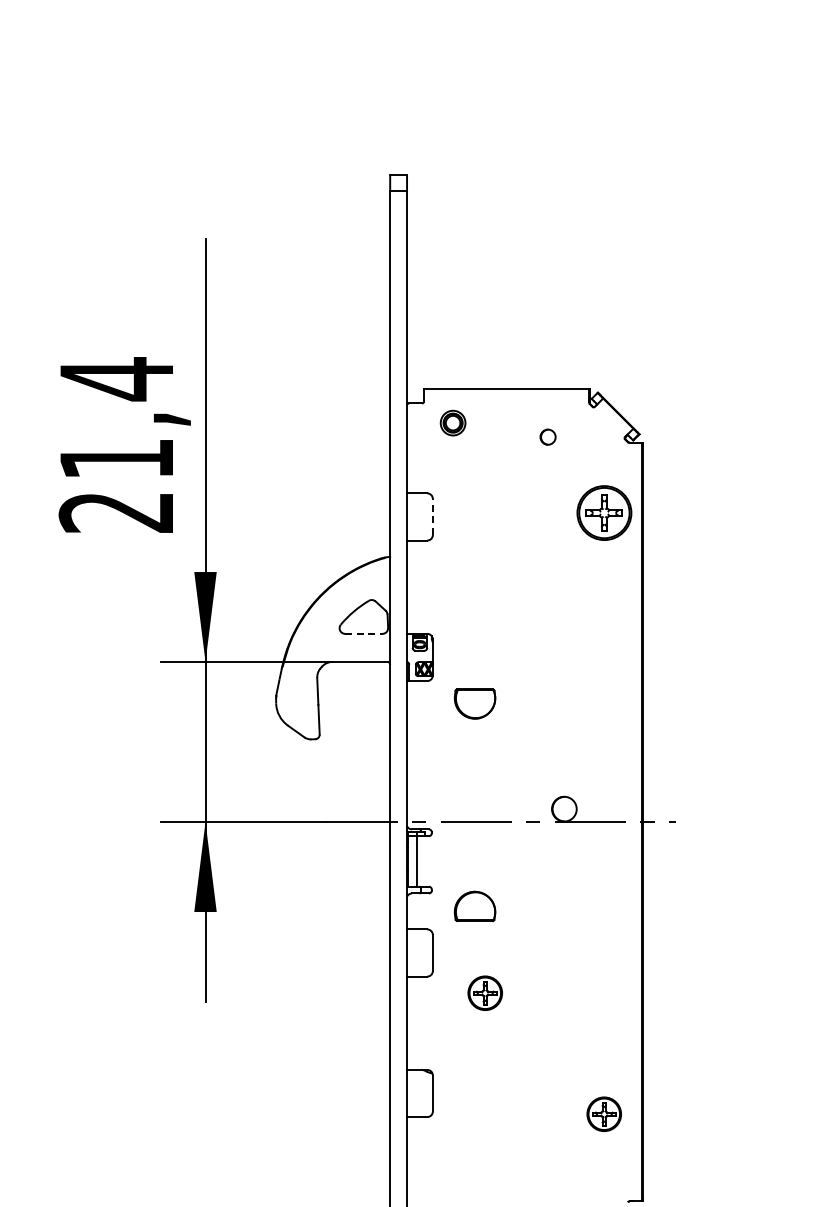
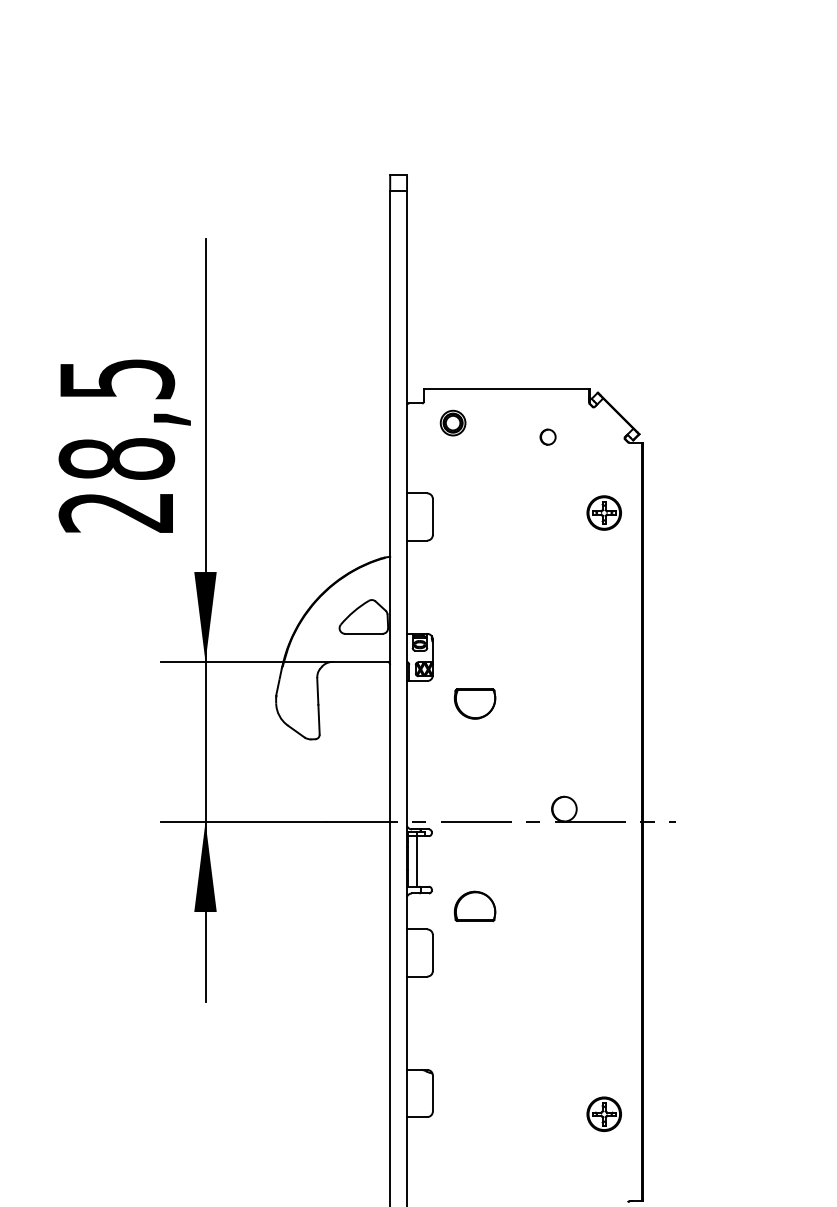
text at (116, 418): 21,4 -> 28,5
part at (604, 512) size: 57x56 px -> 36x36 px
line at (432, 516): dashed -> solid
line at (363, 633): dashed -> solid
part at (484, 992): present -> none
